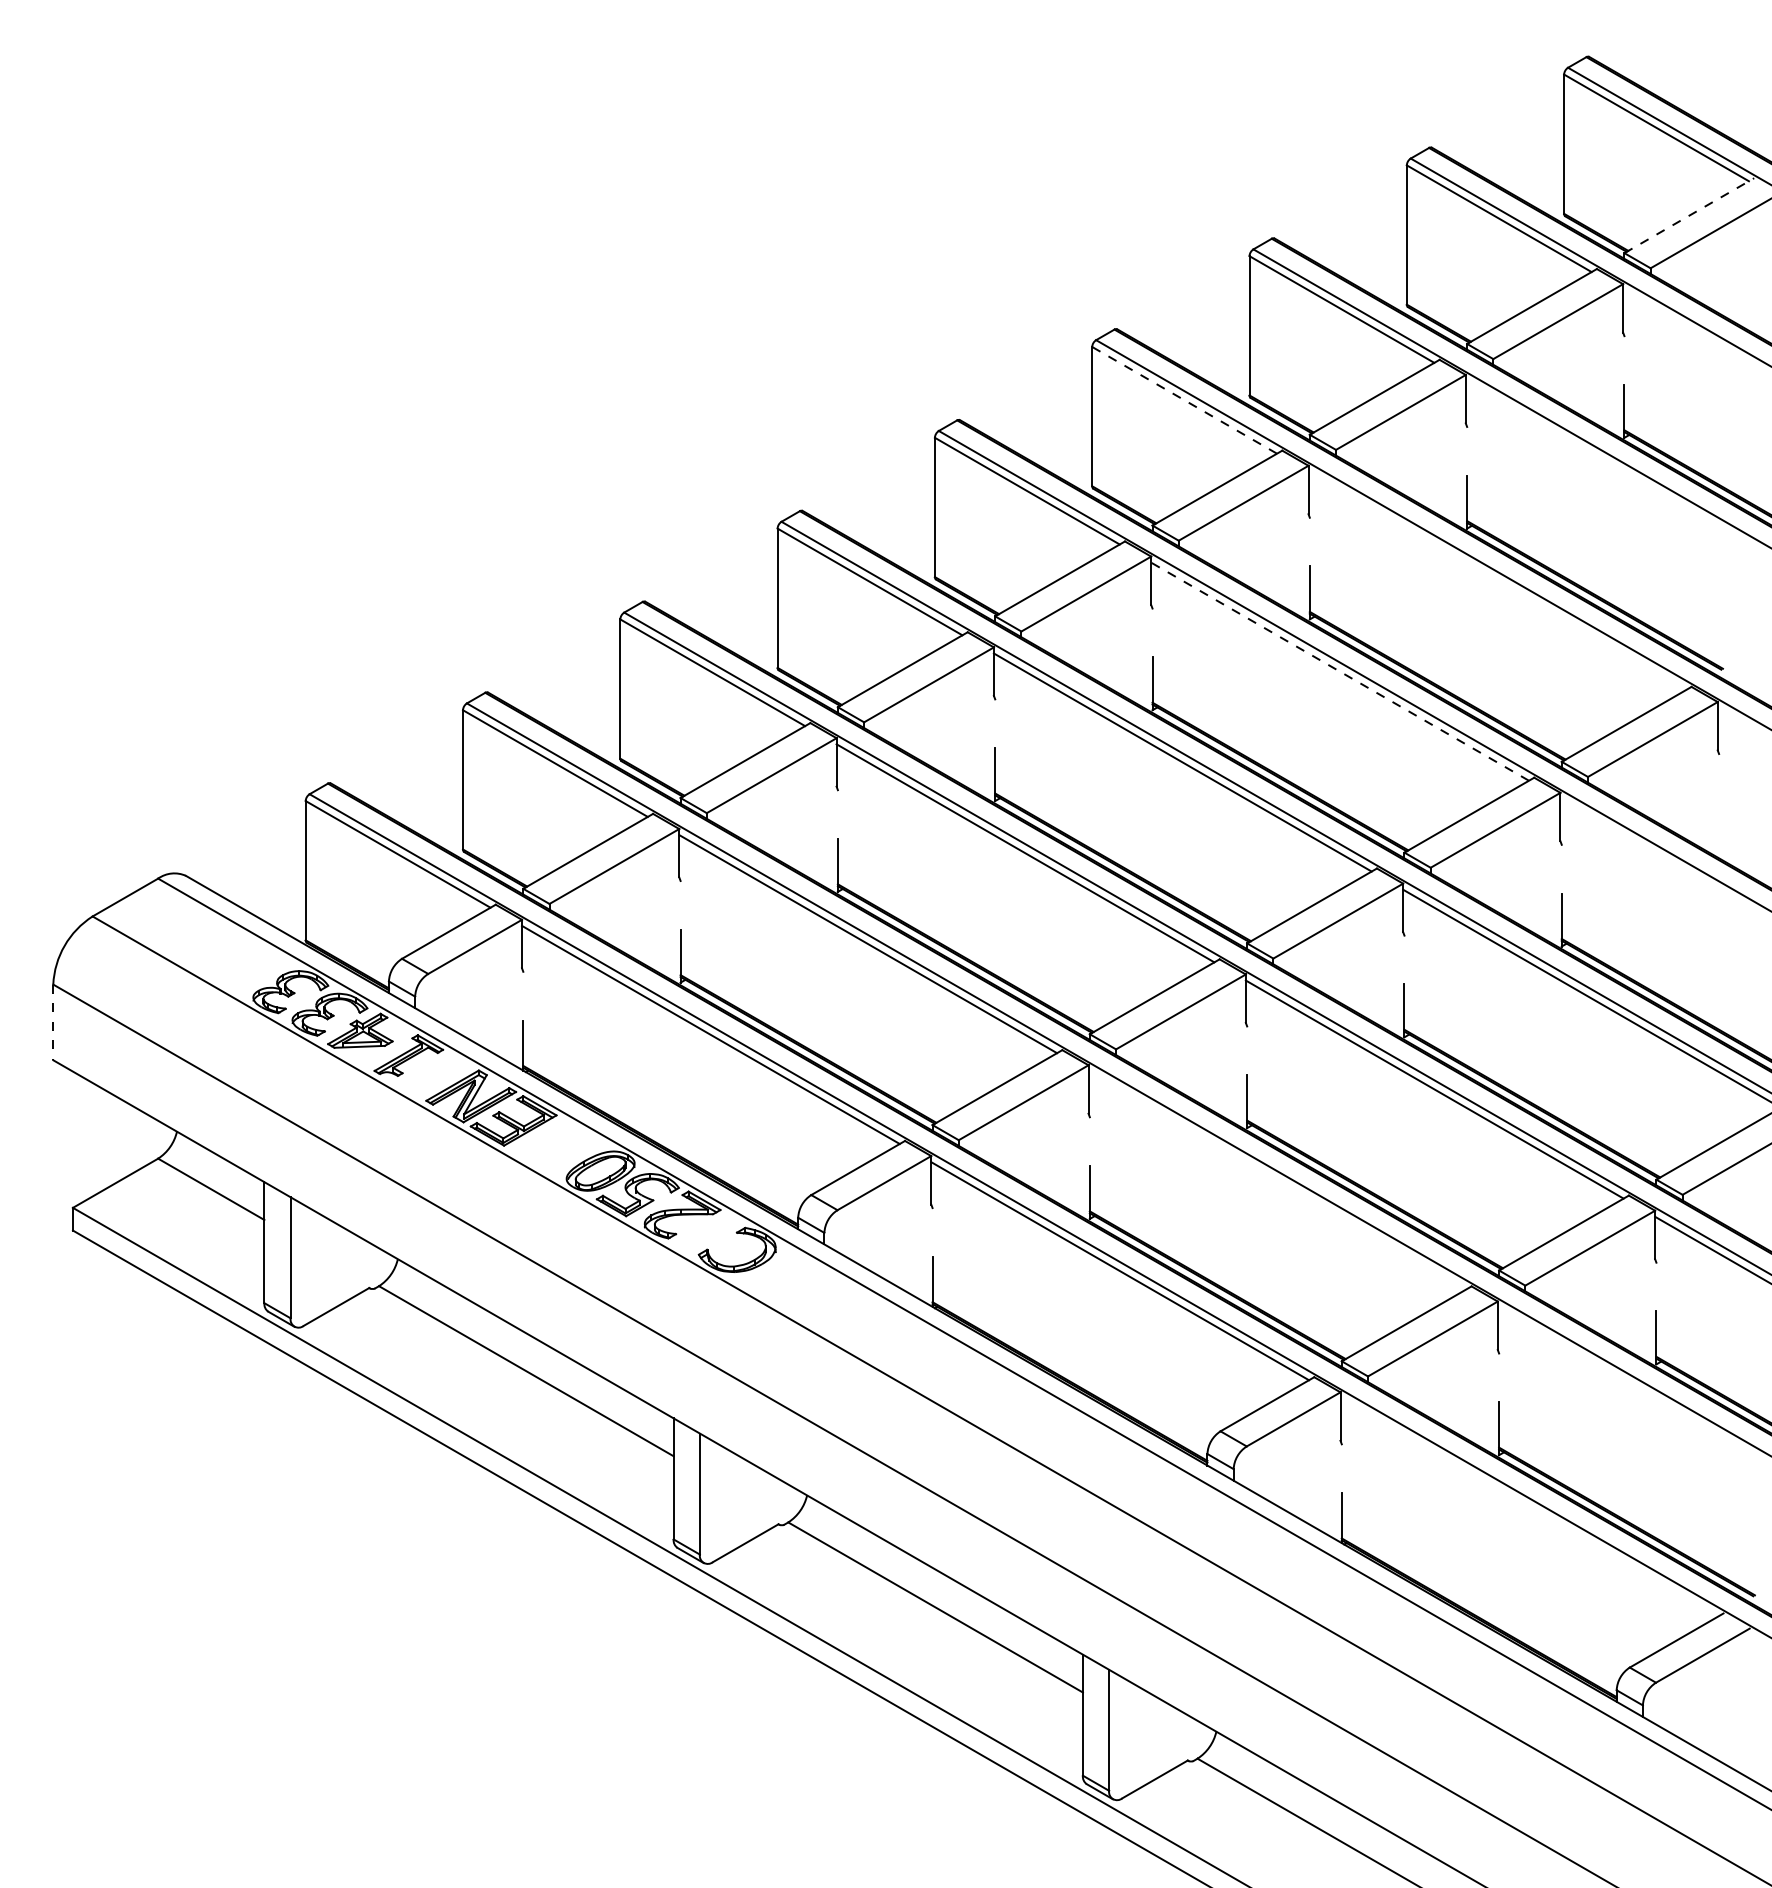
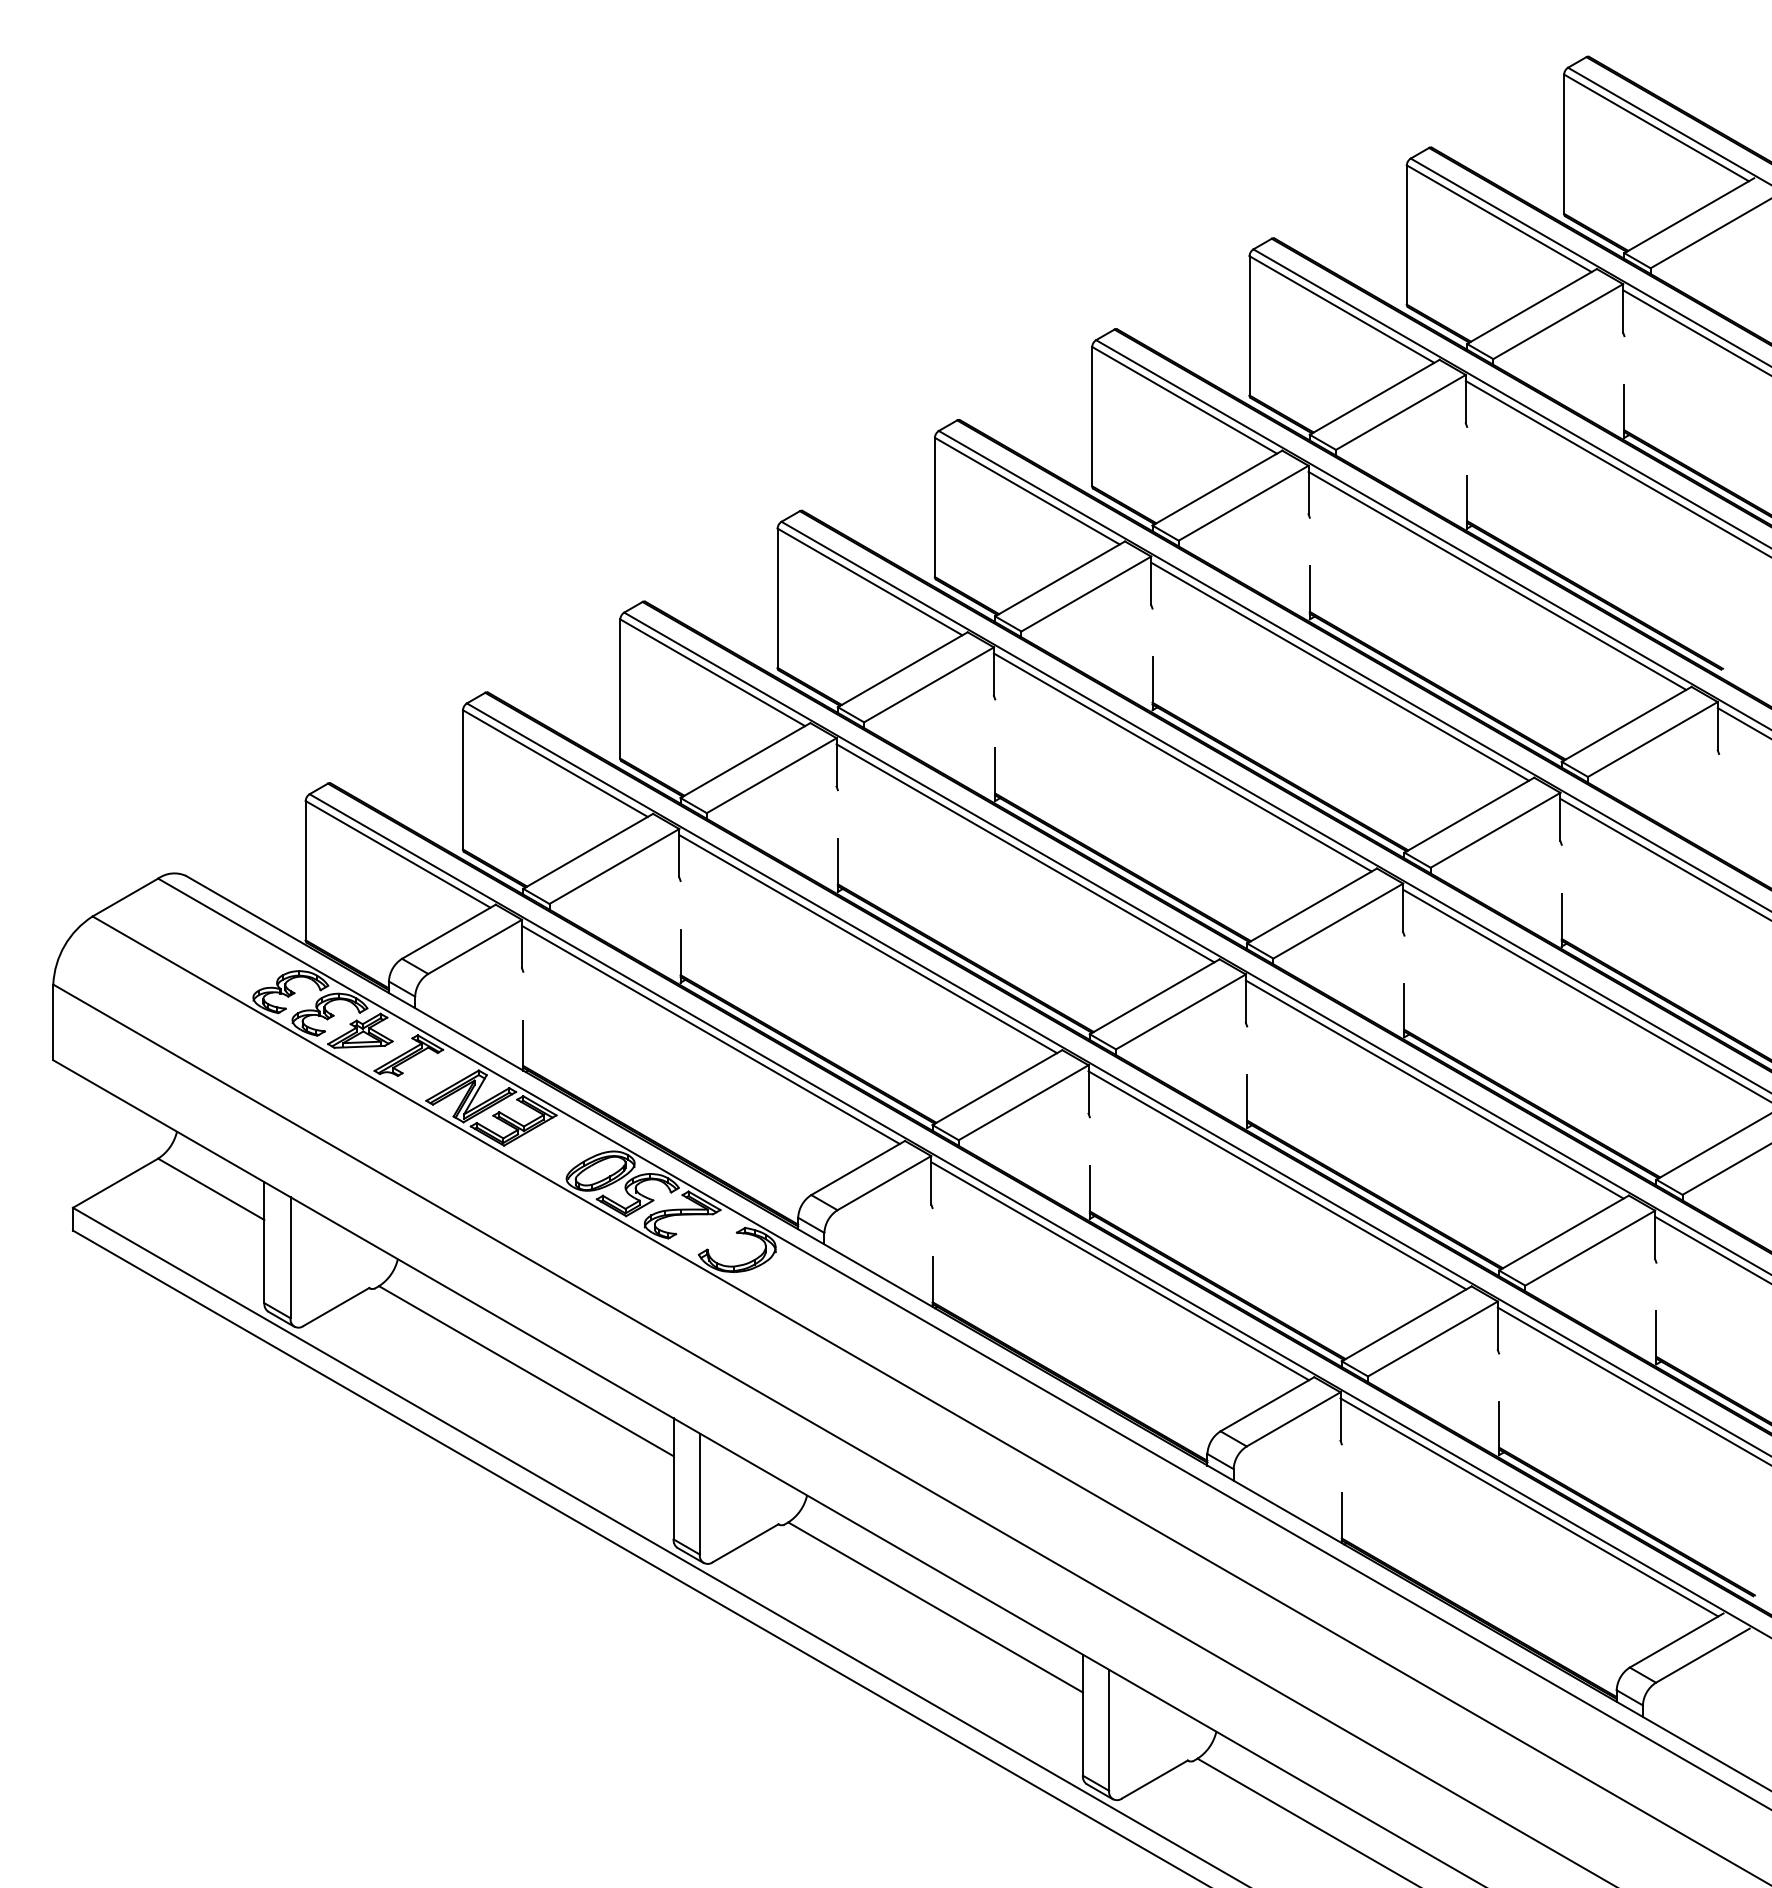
line at (1689, 215): dashed -> solid
line at (1695, 332): none -> present
line at (1184, 400): dashed -> solid
line at (1616, 468): none -> present
line at (1497, 580): none -> present
line at (1339, 671): dashed -> solid
line at (1742, 722): none -> present
line at (1664, 858): none -> present
line at (53, 1022): dashed -> solid
line at (1277, 1180): none -> present
line at (1632, 1385): none -> present
line at (1529, 1507): none -> present
